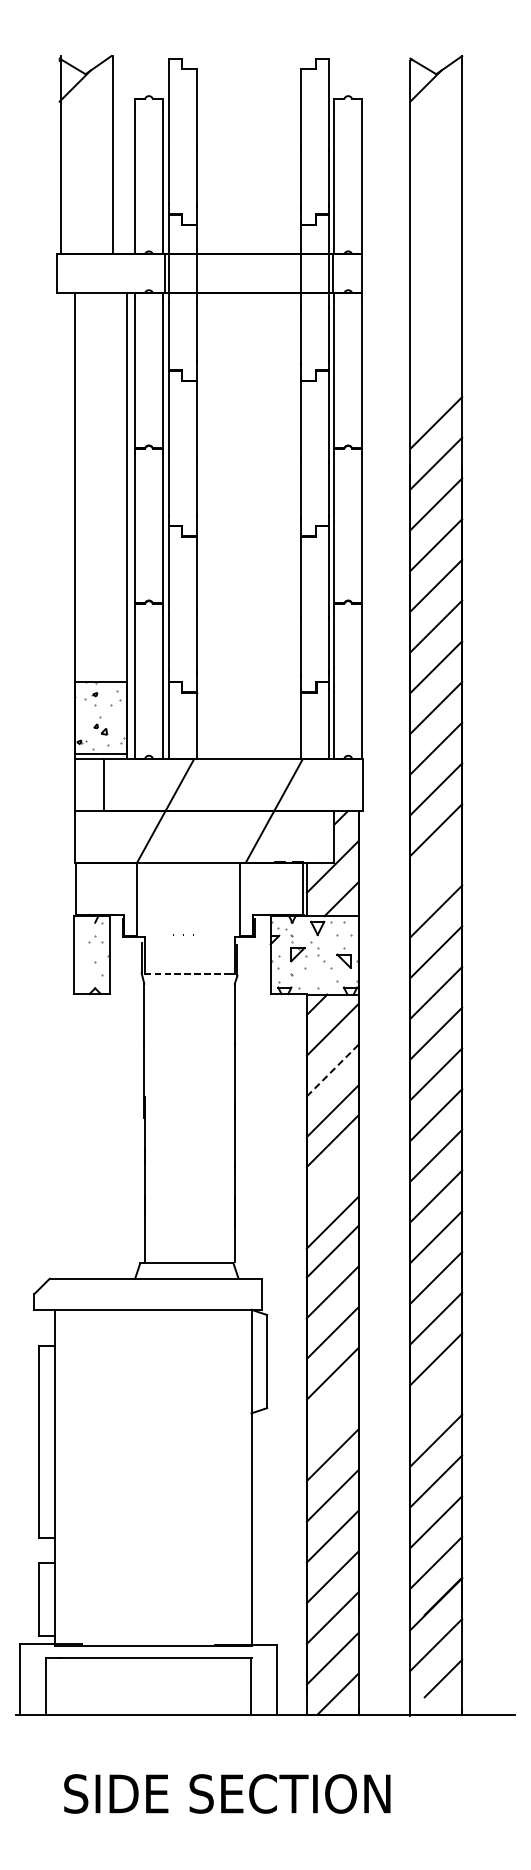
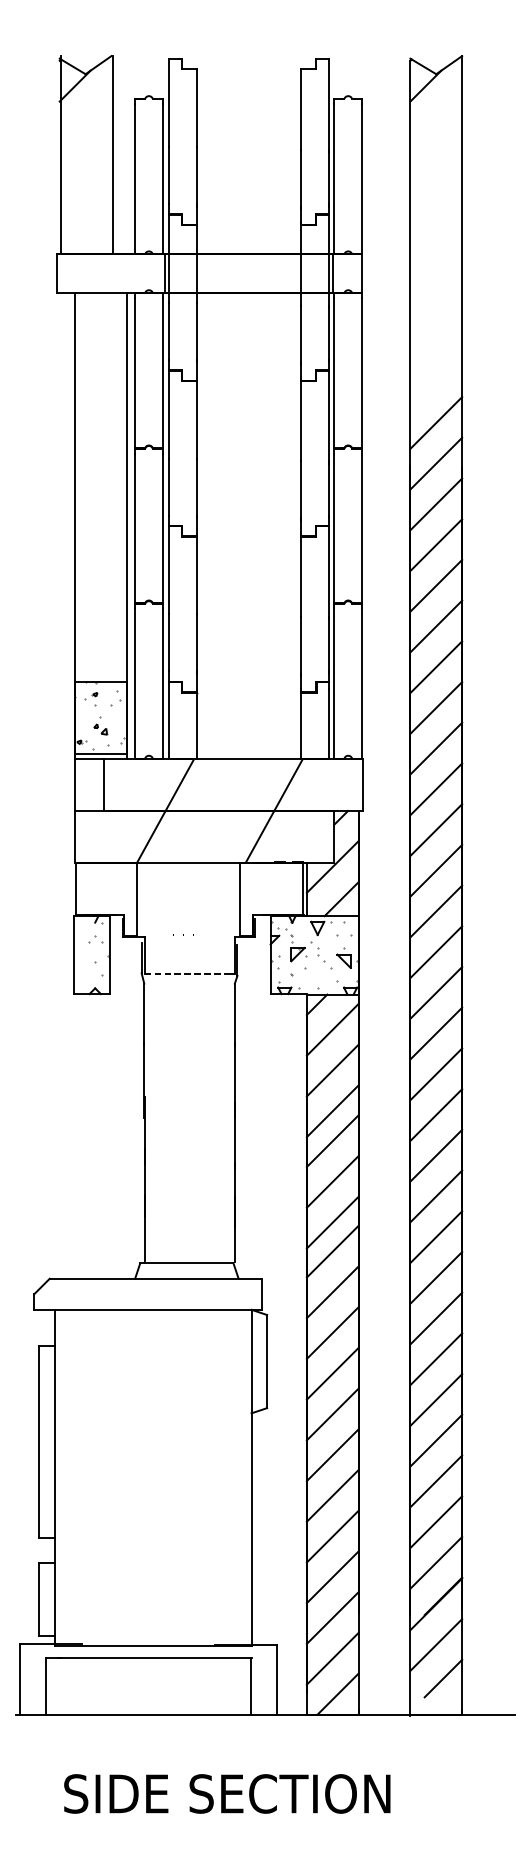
line at (436, 870): none -> present
line at (332, 1070): dashed -> solid
line at (332, 1181): none -> present
line at (436, 1399): none -> present
line at (332, 1414): none -> present
